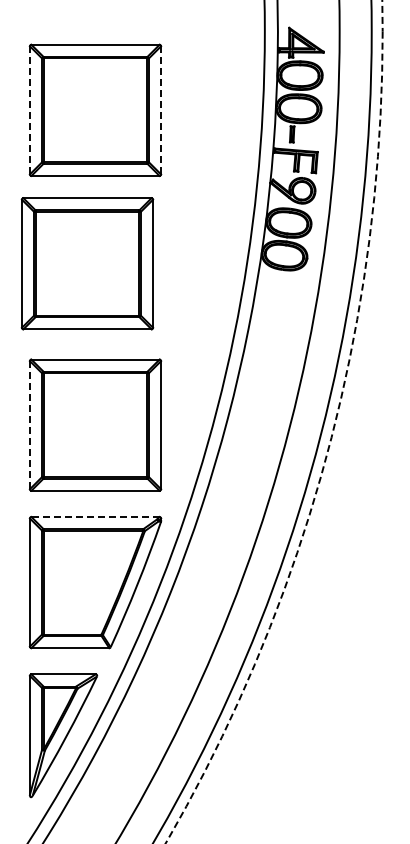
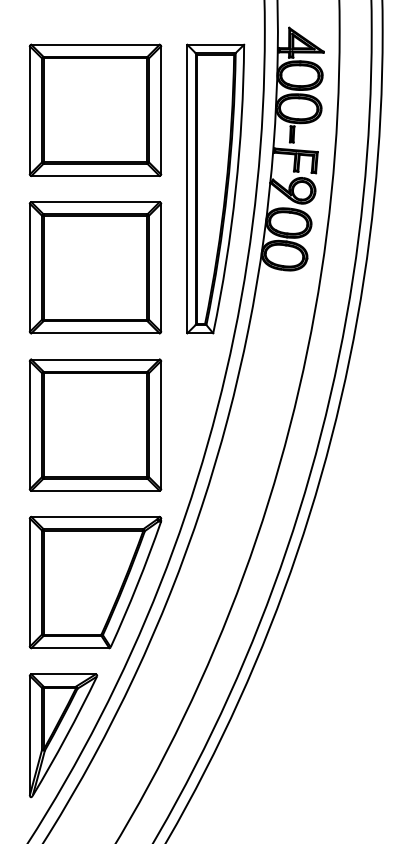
line at (161, 109): dashed -> solid
line at (29, 110): dashed -> solid
part at (215, 188): none -> present
part at (87, 263) position: (87, 263) -> (95, 267)
circle at (273, 421): dashed -> solid
line at (29, 425): dashed -> solid
line at (95, 516): dashed -> solid
